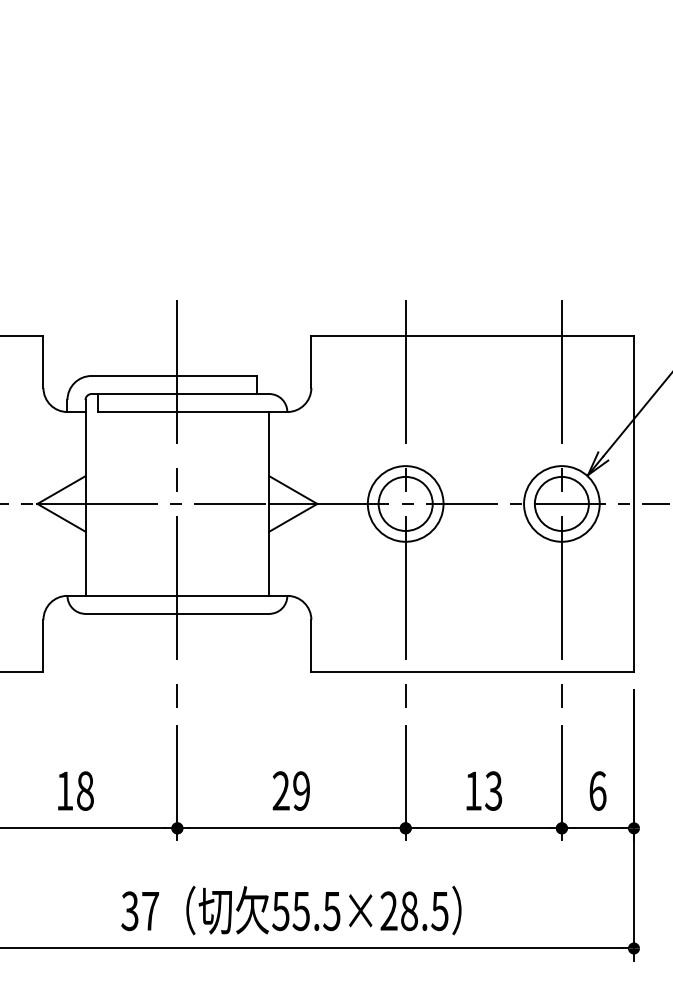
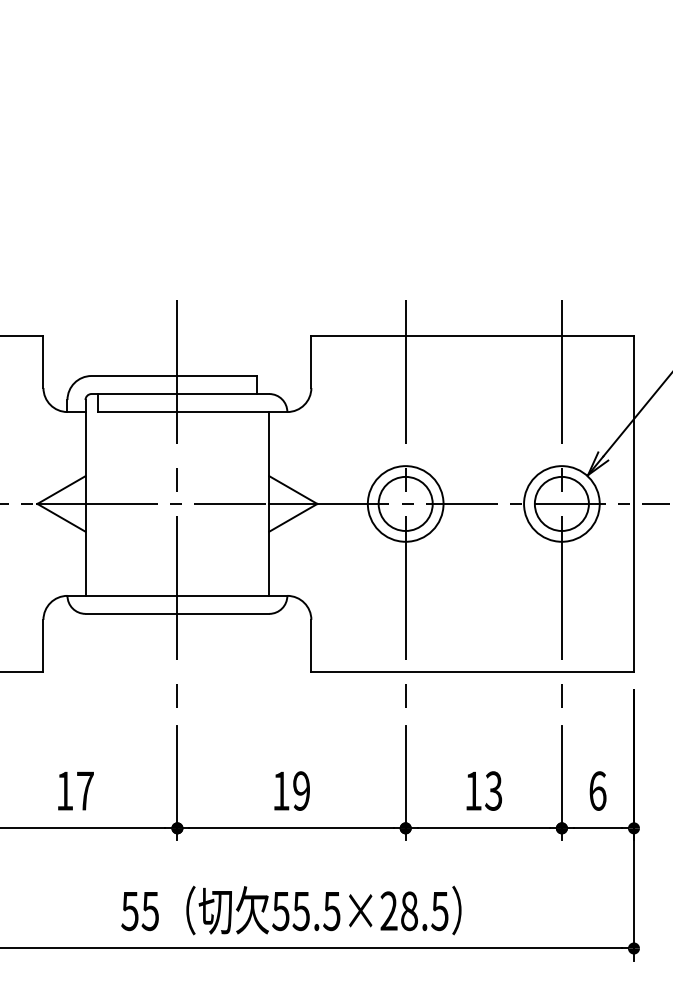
text at (85, 790): 18 -> 17
text at (280, 790): 29 -> 19
text at (140, 911): 37 -> 55
